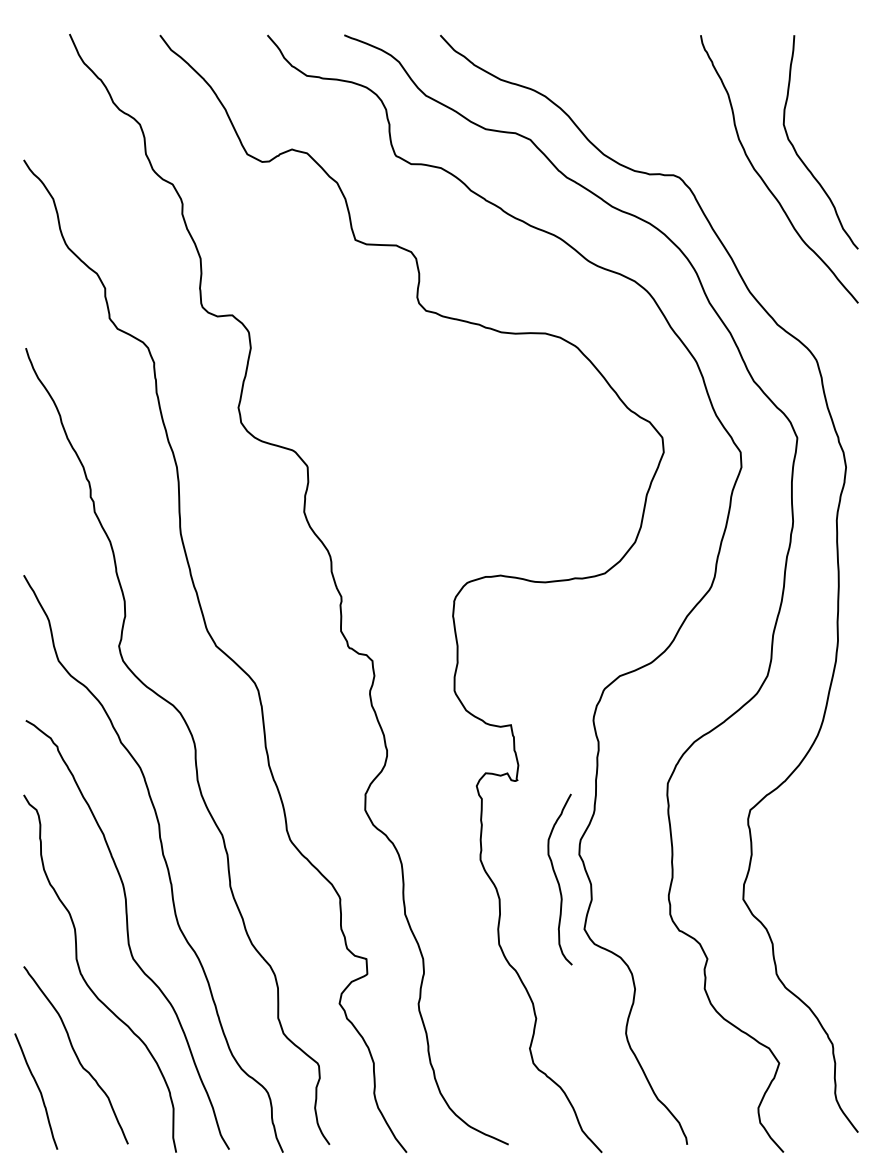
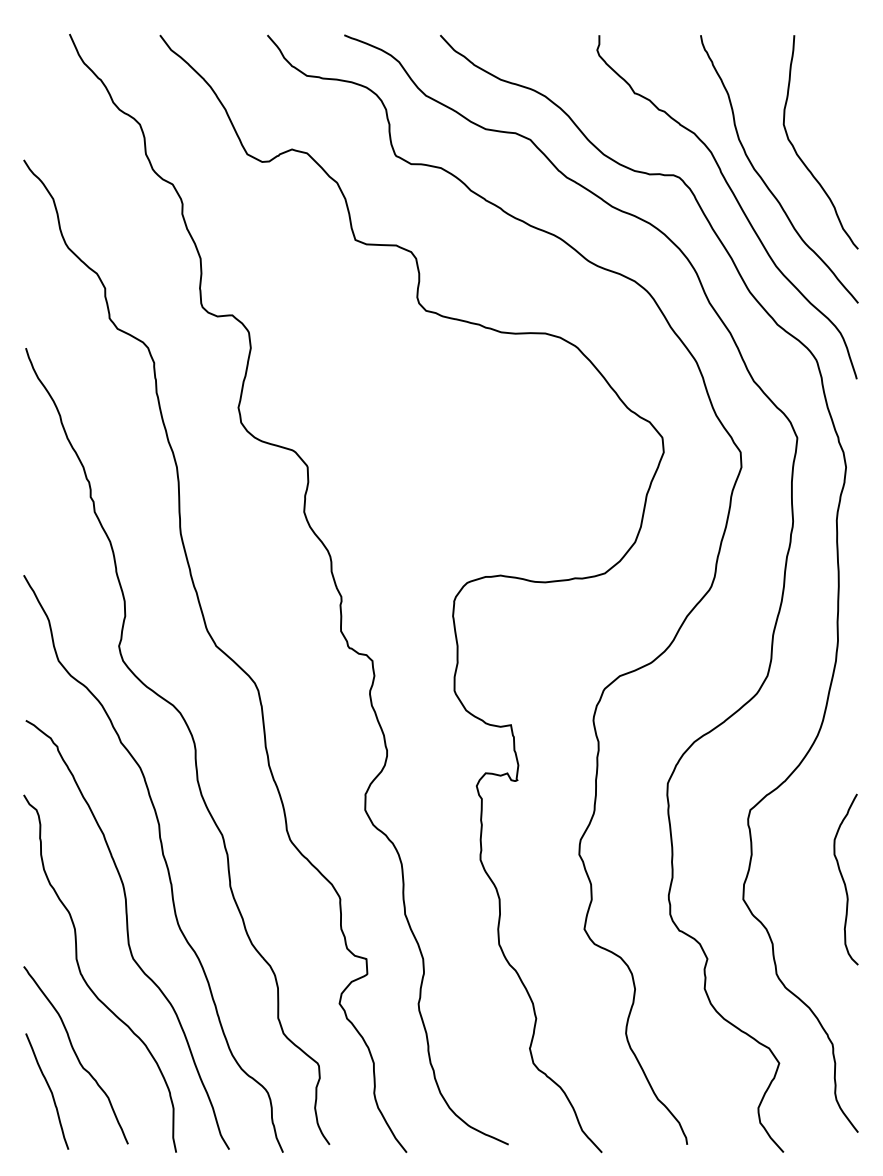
curve at (736, 201): none -> present
curve at (558, 879) position: (558, 879) -> (844, 879)
curve at (38, 1090) position: (38, 1090) -> (49, 1090)
